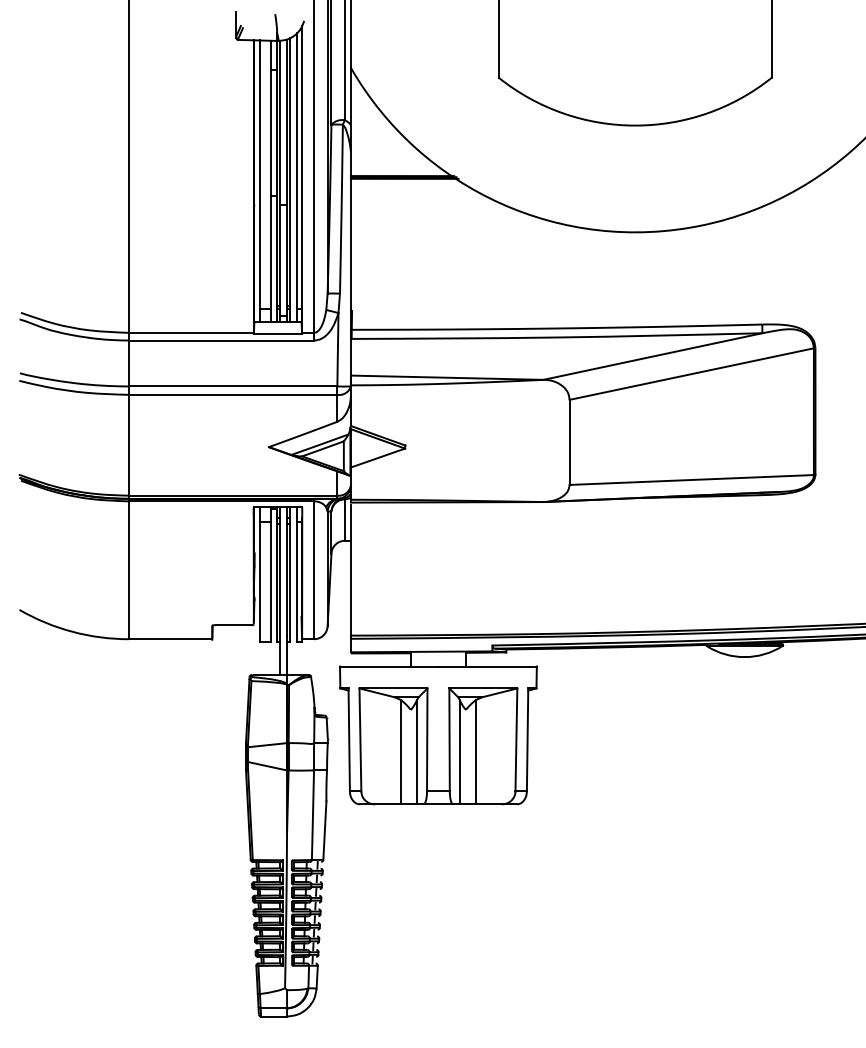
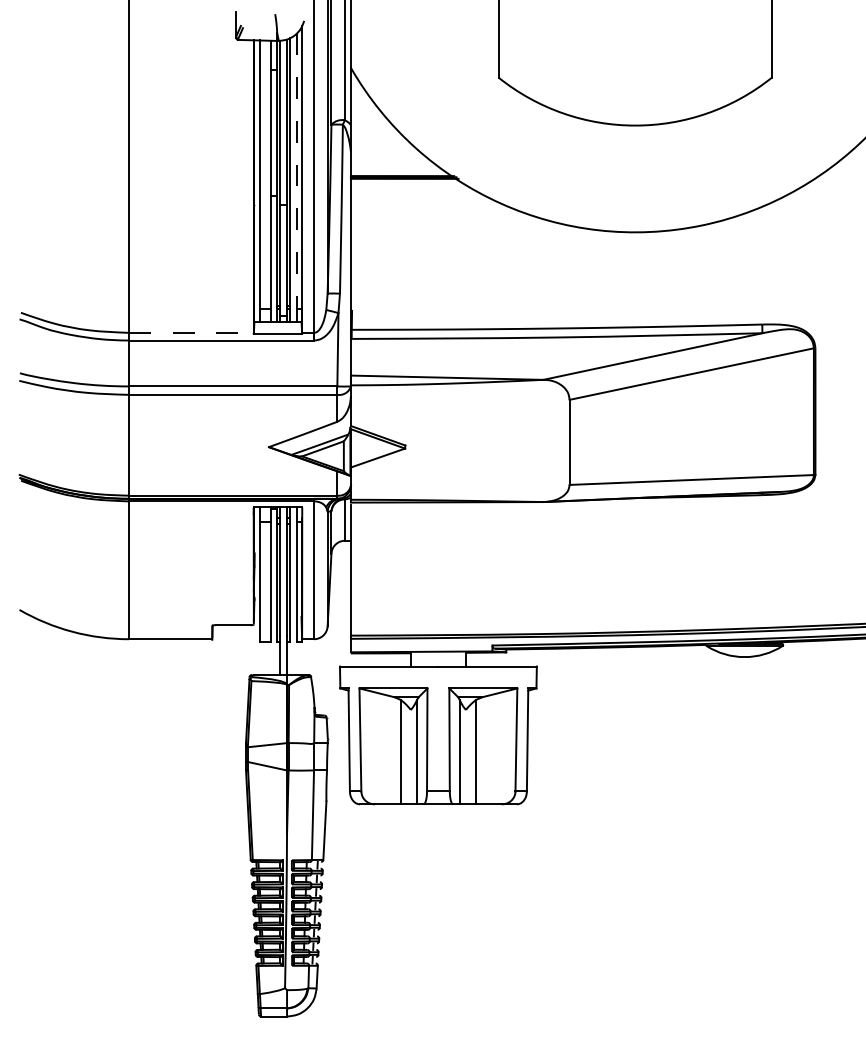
line at (296, 171): solid -> dashed
line at (191, 332): solid -> dashed
